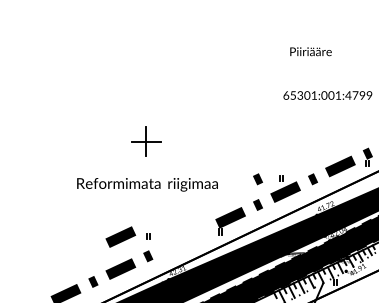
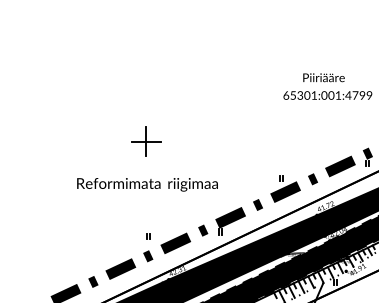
text at (310, 51) position: (310, 51) -> (323, 77)
part at (257, 179): present -> none
fill at (203, 230): none -> present
part at (120, 236): present -> none
fill at (175, 243): none -> present
